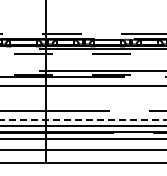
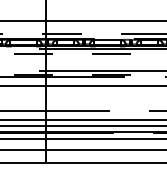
line at (82, 20): none -> present
line at (83, 120): dashed -> solid
